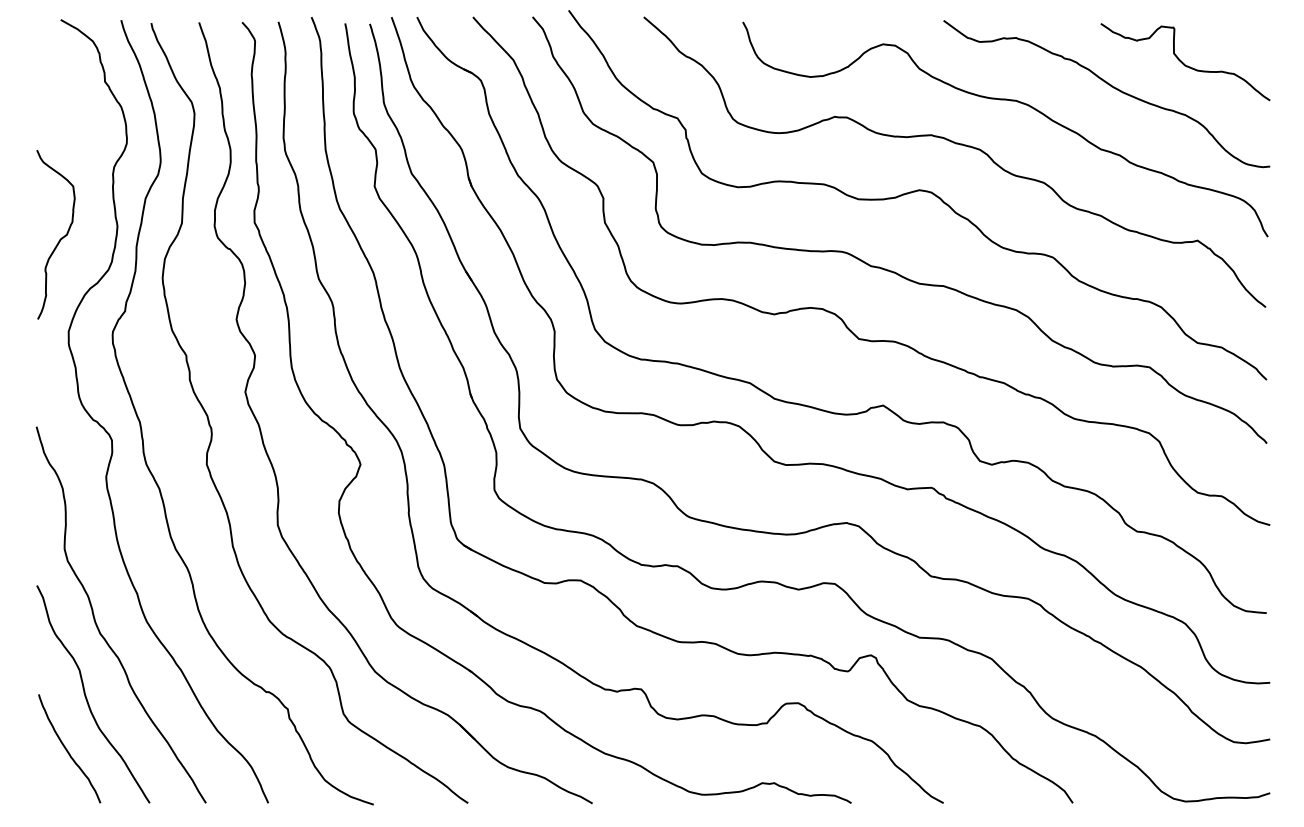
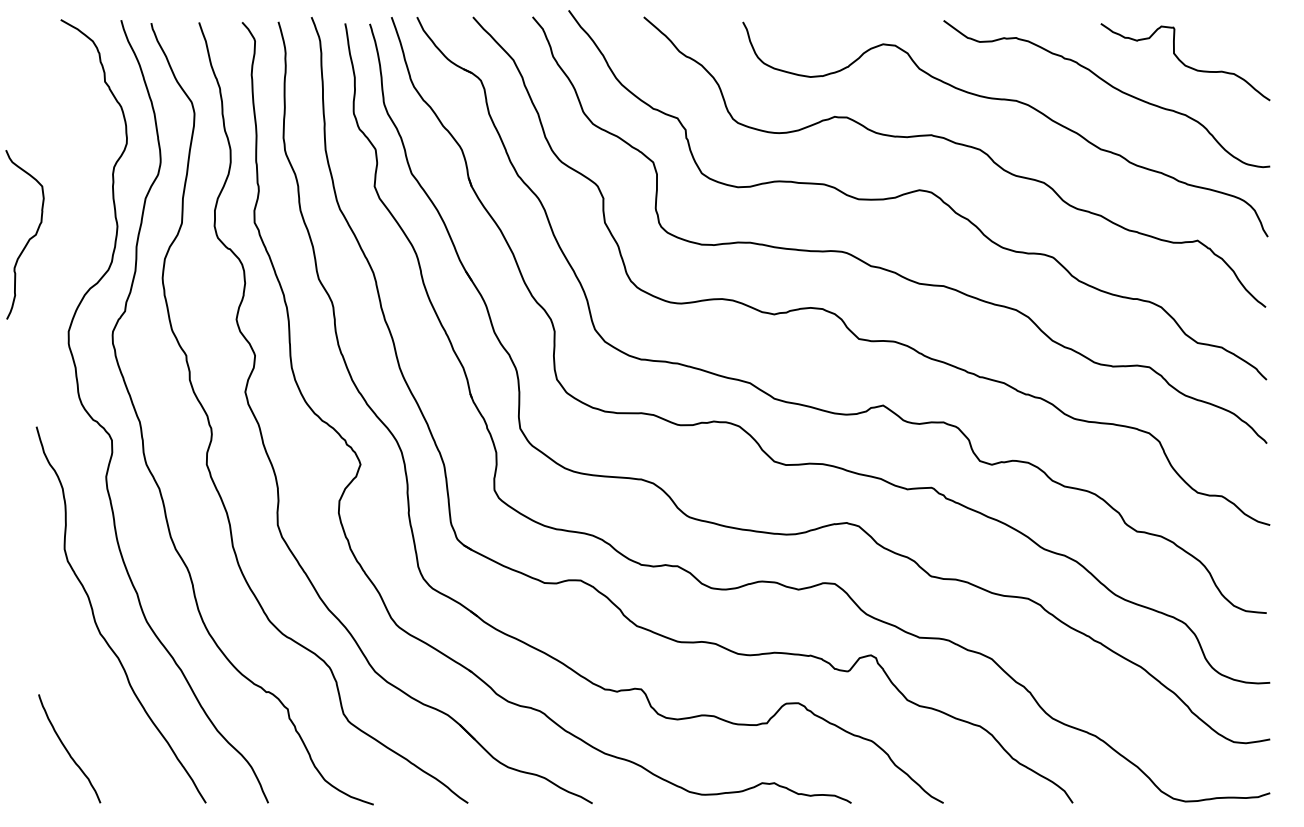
curve at (60, 238) position: (60, 238) -> (29, 238)
curve at (86, 695): present -> none
